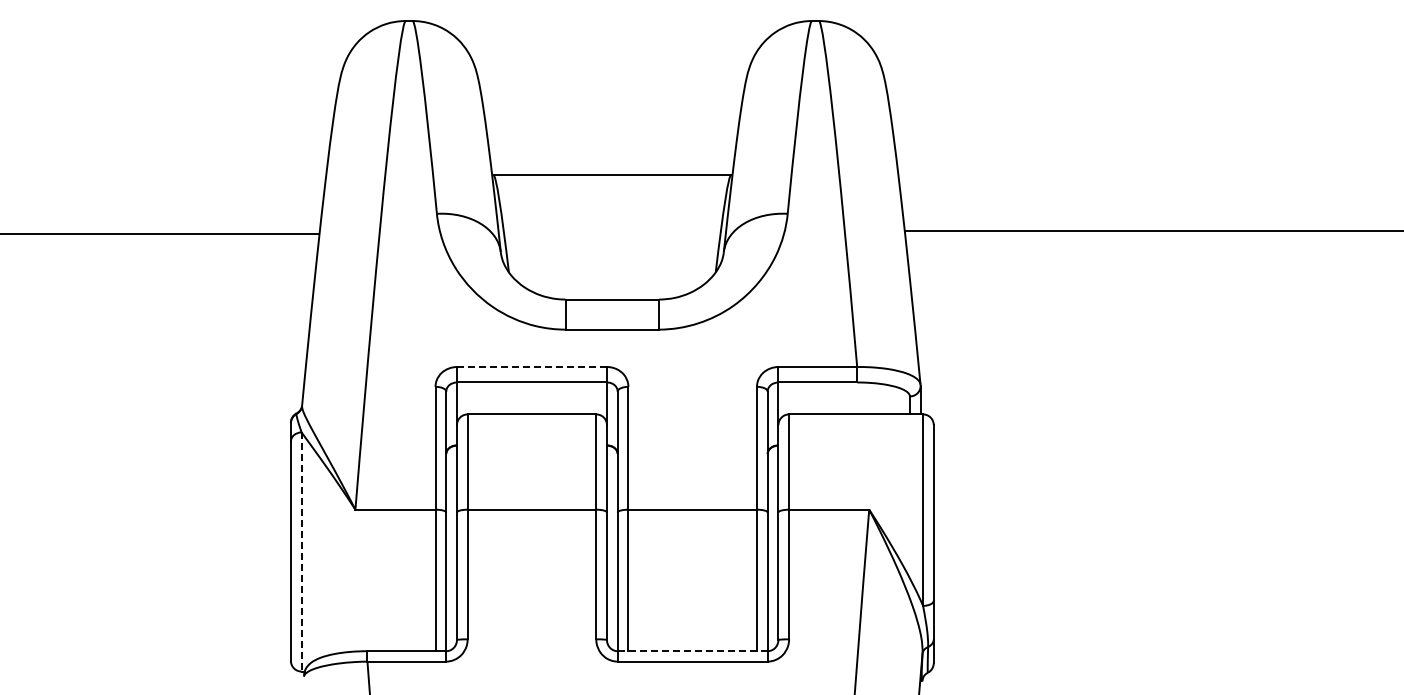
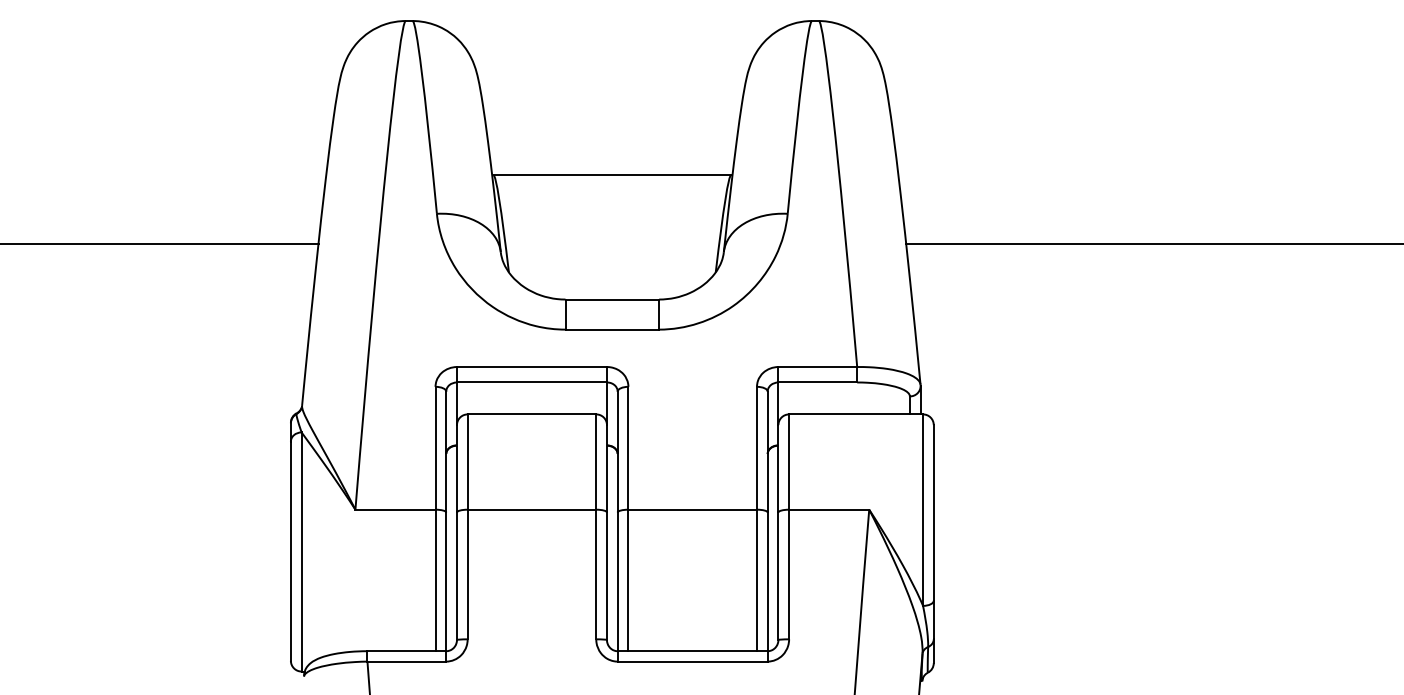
line at (1153, 230) position: (1153, 230) -> (1153, 243)
line at (160, 233) position: (160, 233) -> (160, 243)
line at (531, 367): dashed -> solid
line at (301, 552): dashed -> solid
line at (692, 651): dashed -> solid
